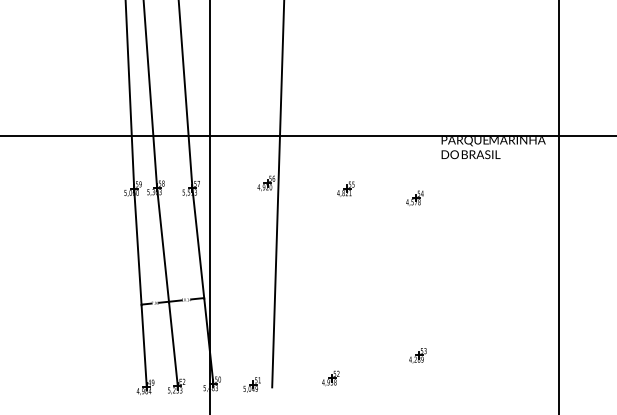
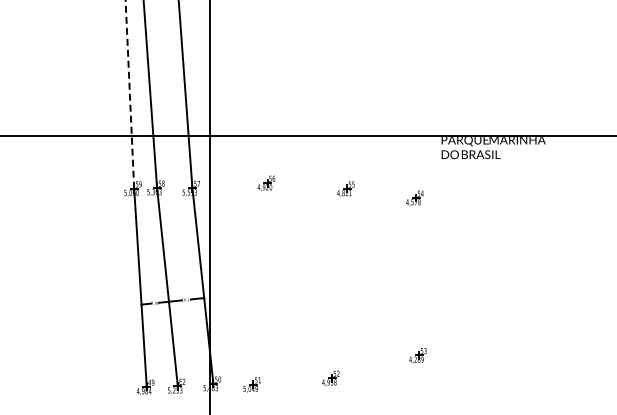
line at (129, 94): solid -> dashed
line at (278, 194): present -> none
line at (558, 206): present -> none
